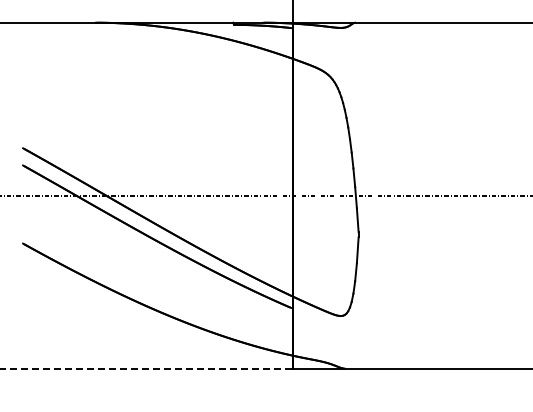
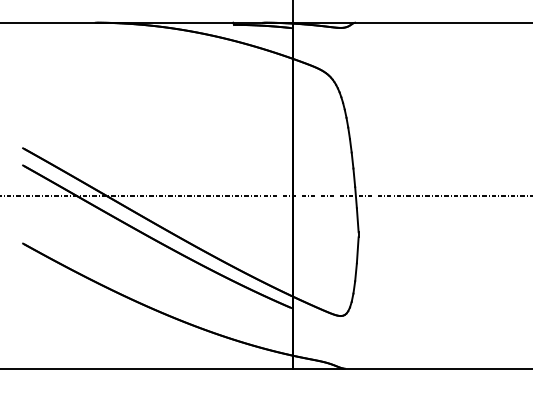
line at (147, 368): dashed -> solid
